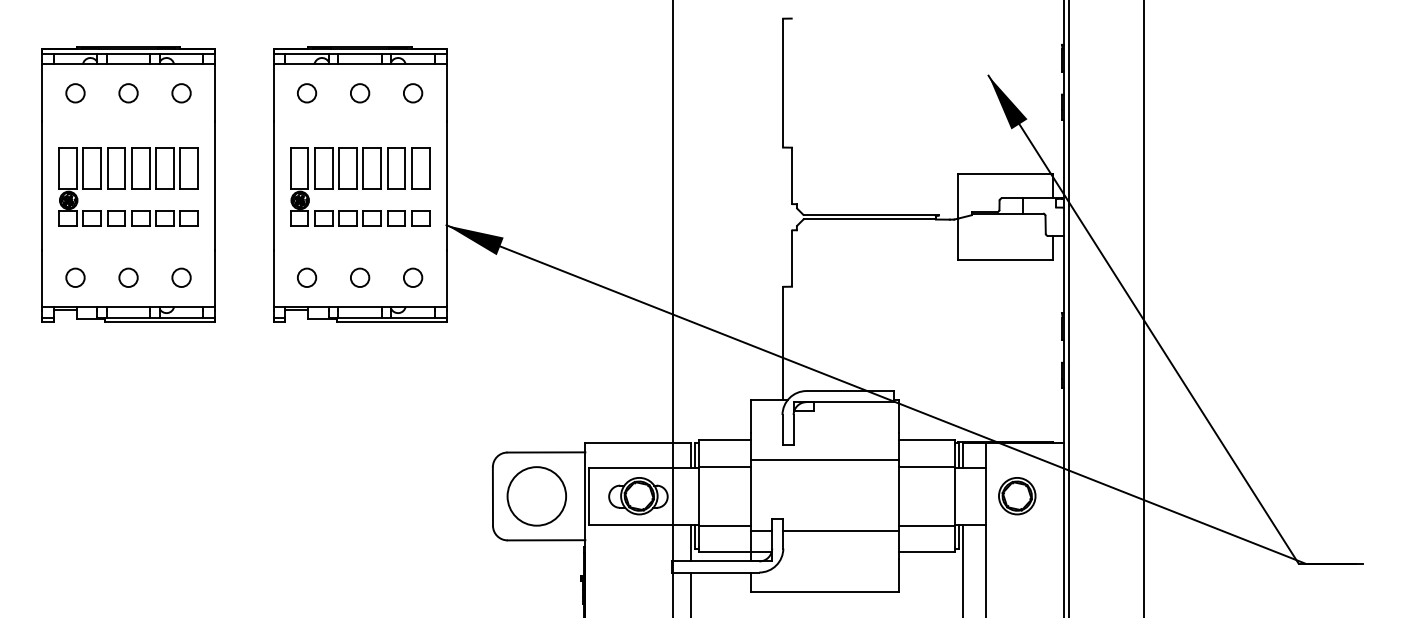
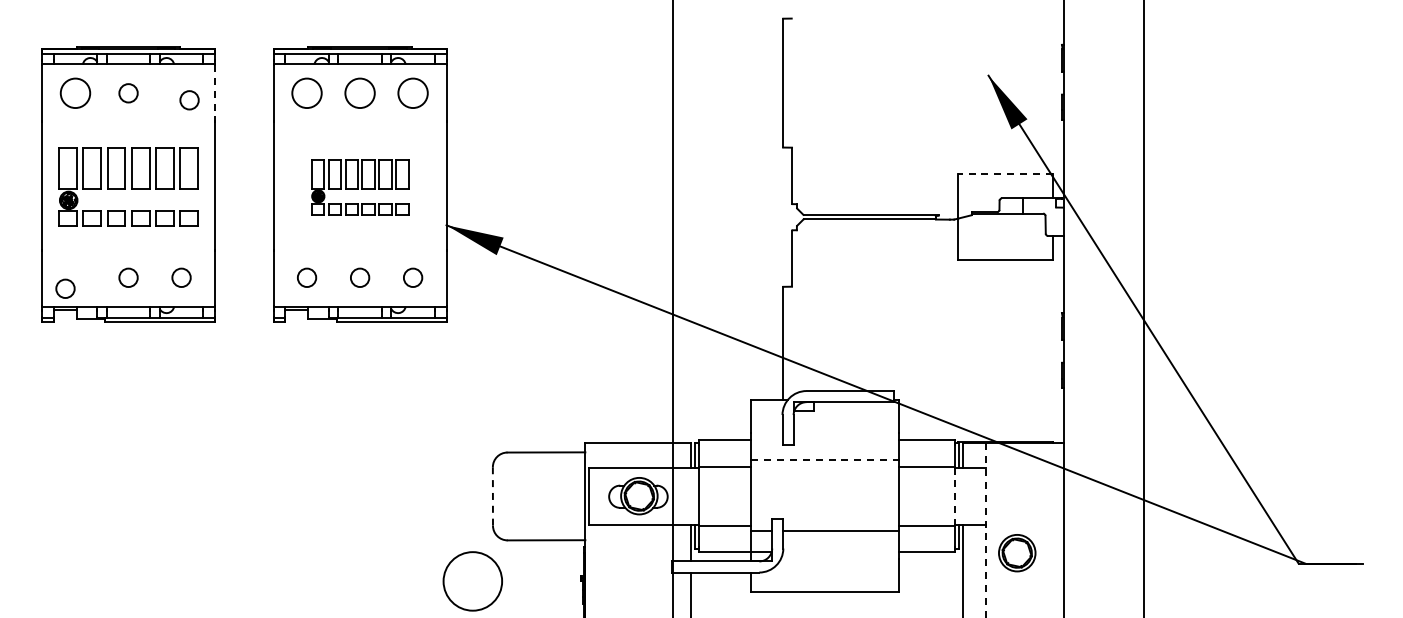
line at (215, 92): solid -> dashed
circle at (75, 93) diameter: 18 px -> 29 px
circle at (181, 93) position: (181, 93) -> (189, 100)
circle at (306, 93) diameter: 18 px -> 29 px
circle at (359, 93) diameter: 18 px -> 29 px
circle at (412, 93) diameter: 18 px -> 29 px
line at (1004, 174): solid -> dashed
part at (360, 186) size: 141x80 px -> 99x57 px
circle at (75, 277) position: (75, 277) -> (65, 288)
line at (1069, 308): present -> none
line at (825, 460): solid -> dashed
circle at (536, 496) position: (536, 496) -> (472, 581)
line at (955, 496): solid -> dashed
part at (1017, 496) position: (1017, 496) -> (1017, 553)
line at (492, 497): solid -> dashed
line at (985, 530): solid -> dashed
